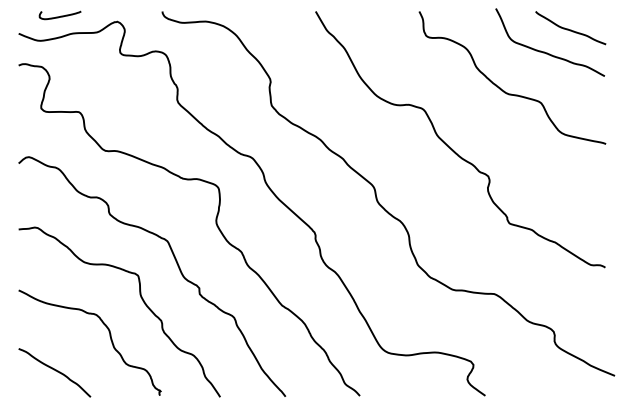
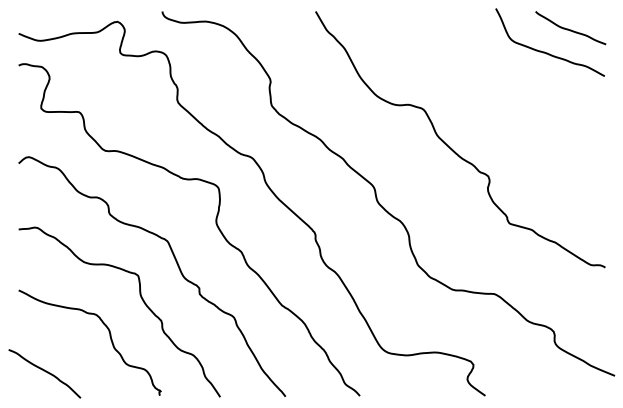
curve at (60, 15): present -> none
curve at (504, 90): present -> none
curve at (55, 371) position: (55, 371) -> (45, 372)
